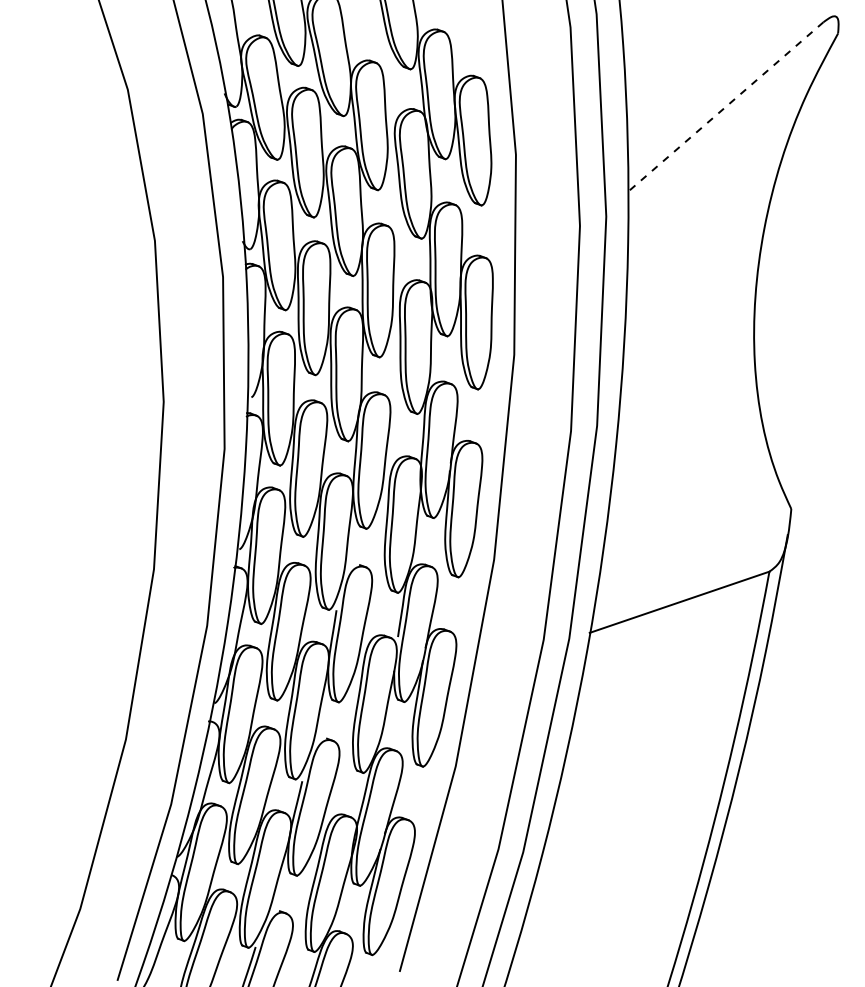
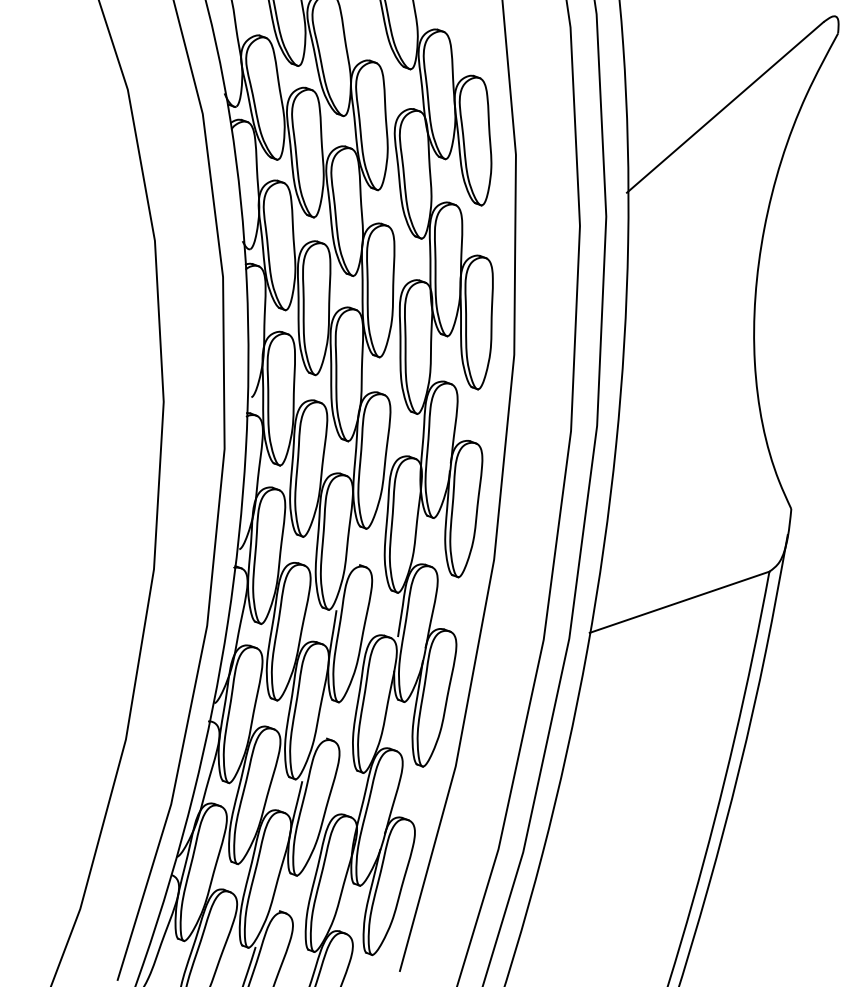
line at (724, 107): dashed -> solid
